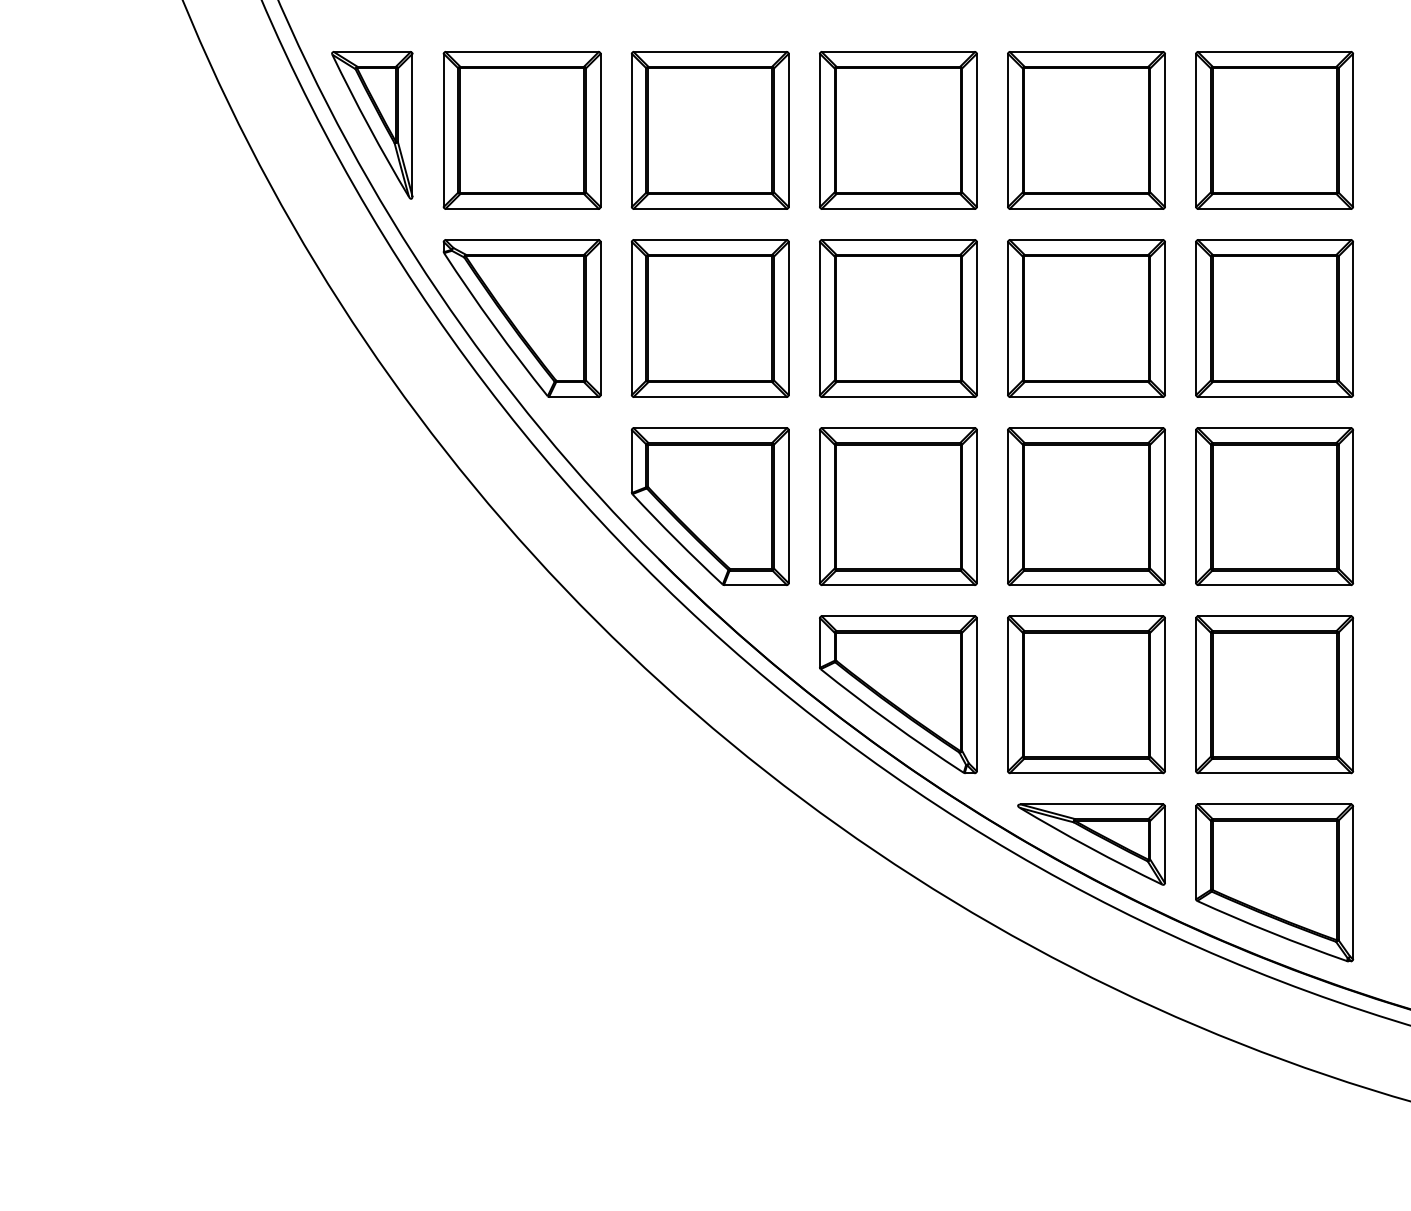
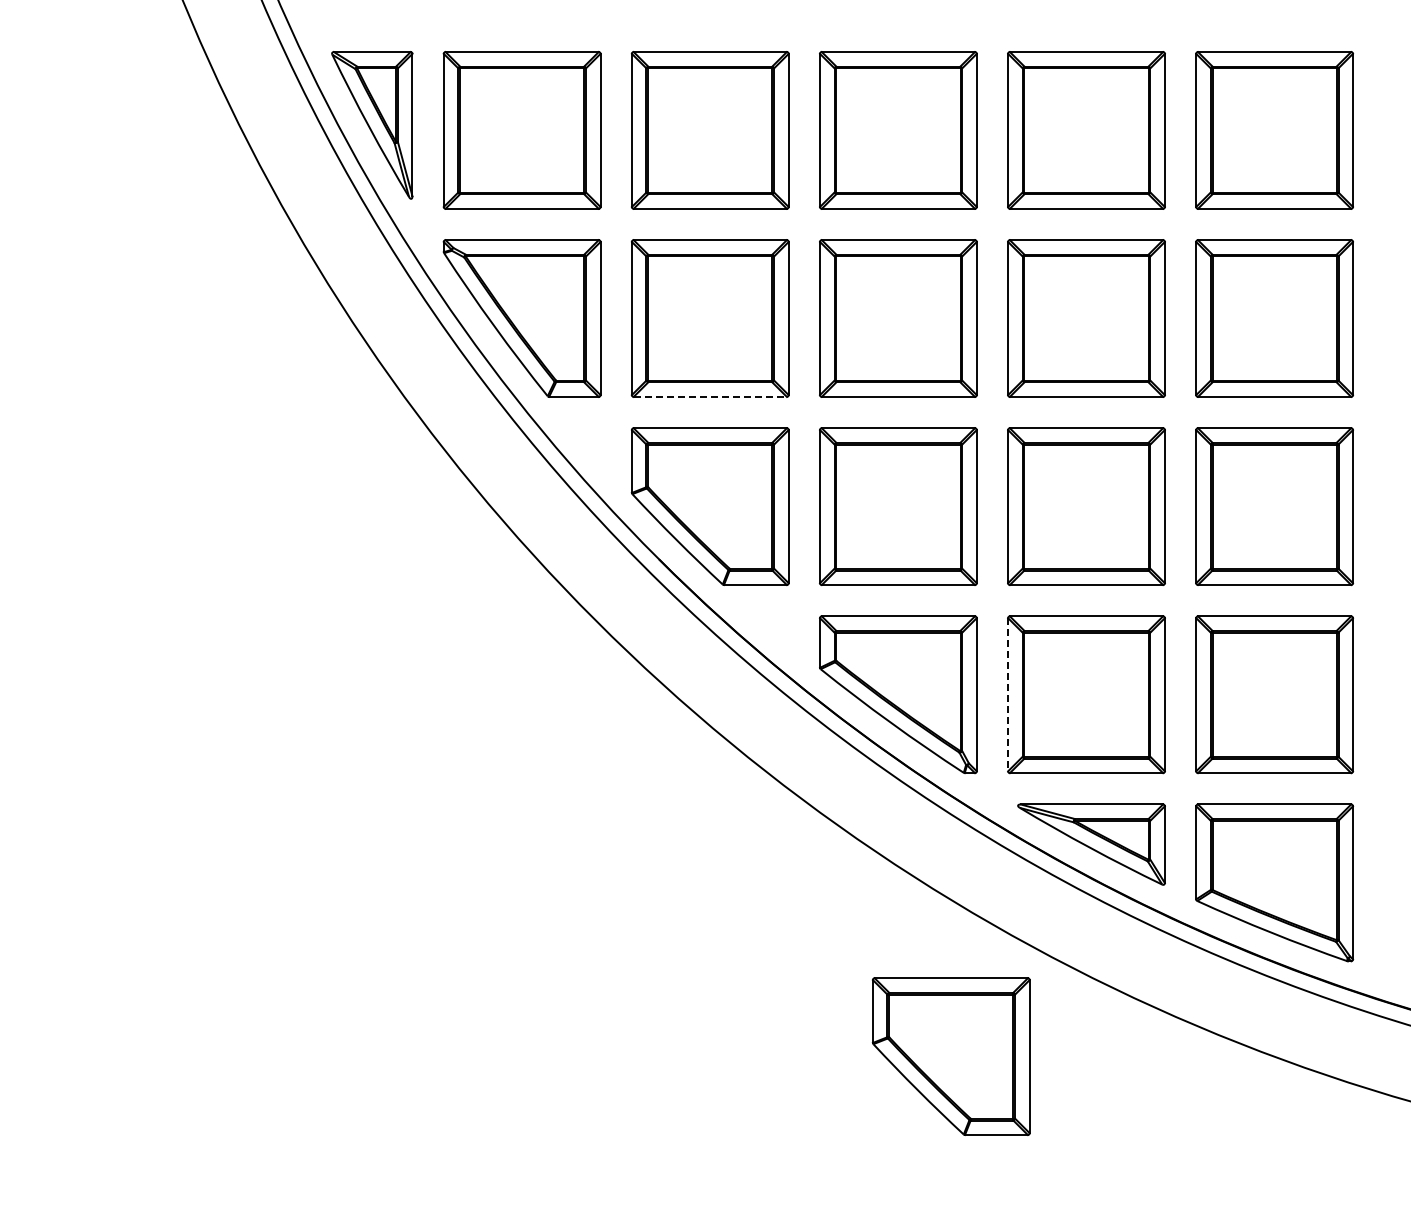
line at (710, 396): solid -> dashed
line at (1008, 694): solid -> dashed
part at (950, 1056): none -> present
